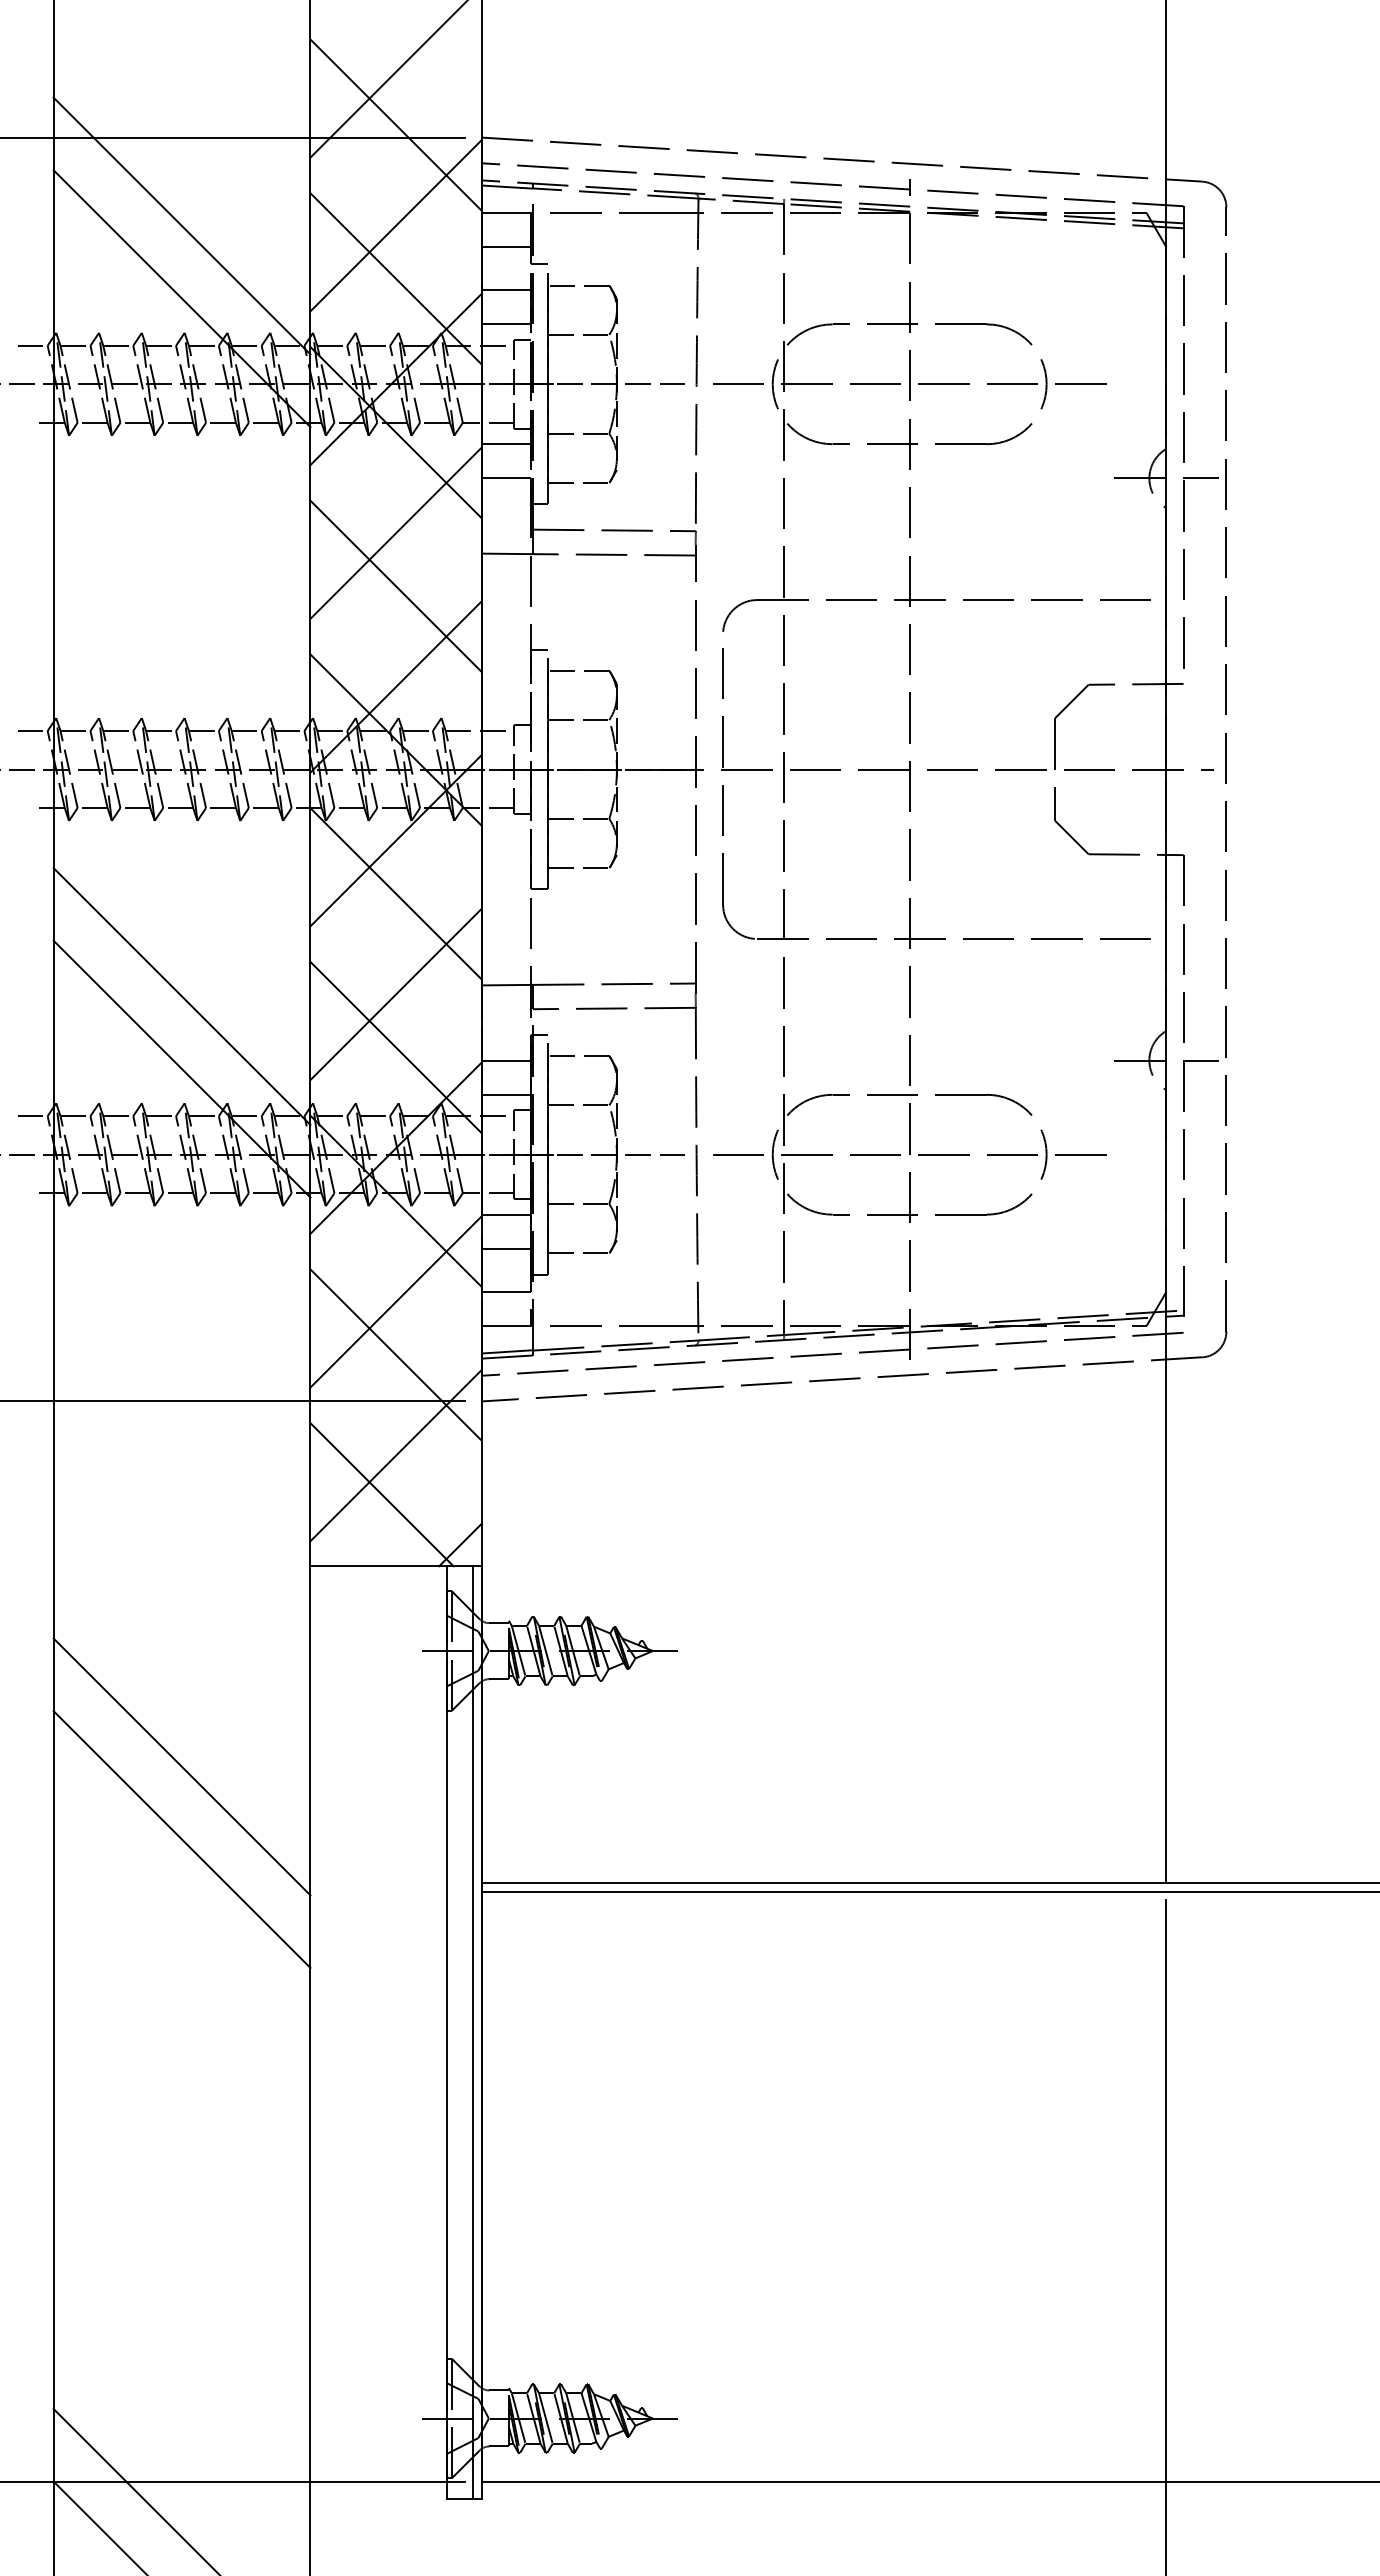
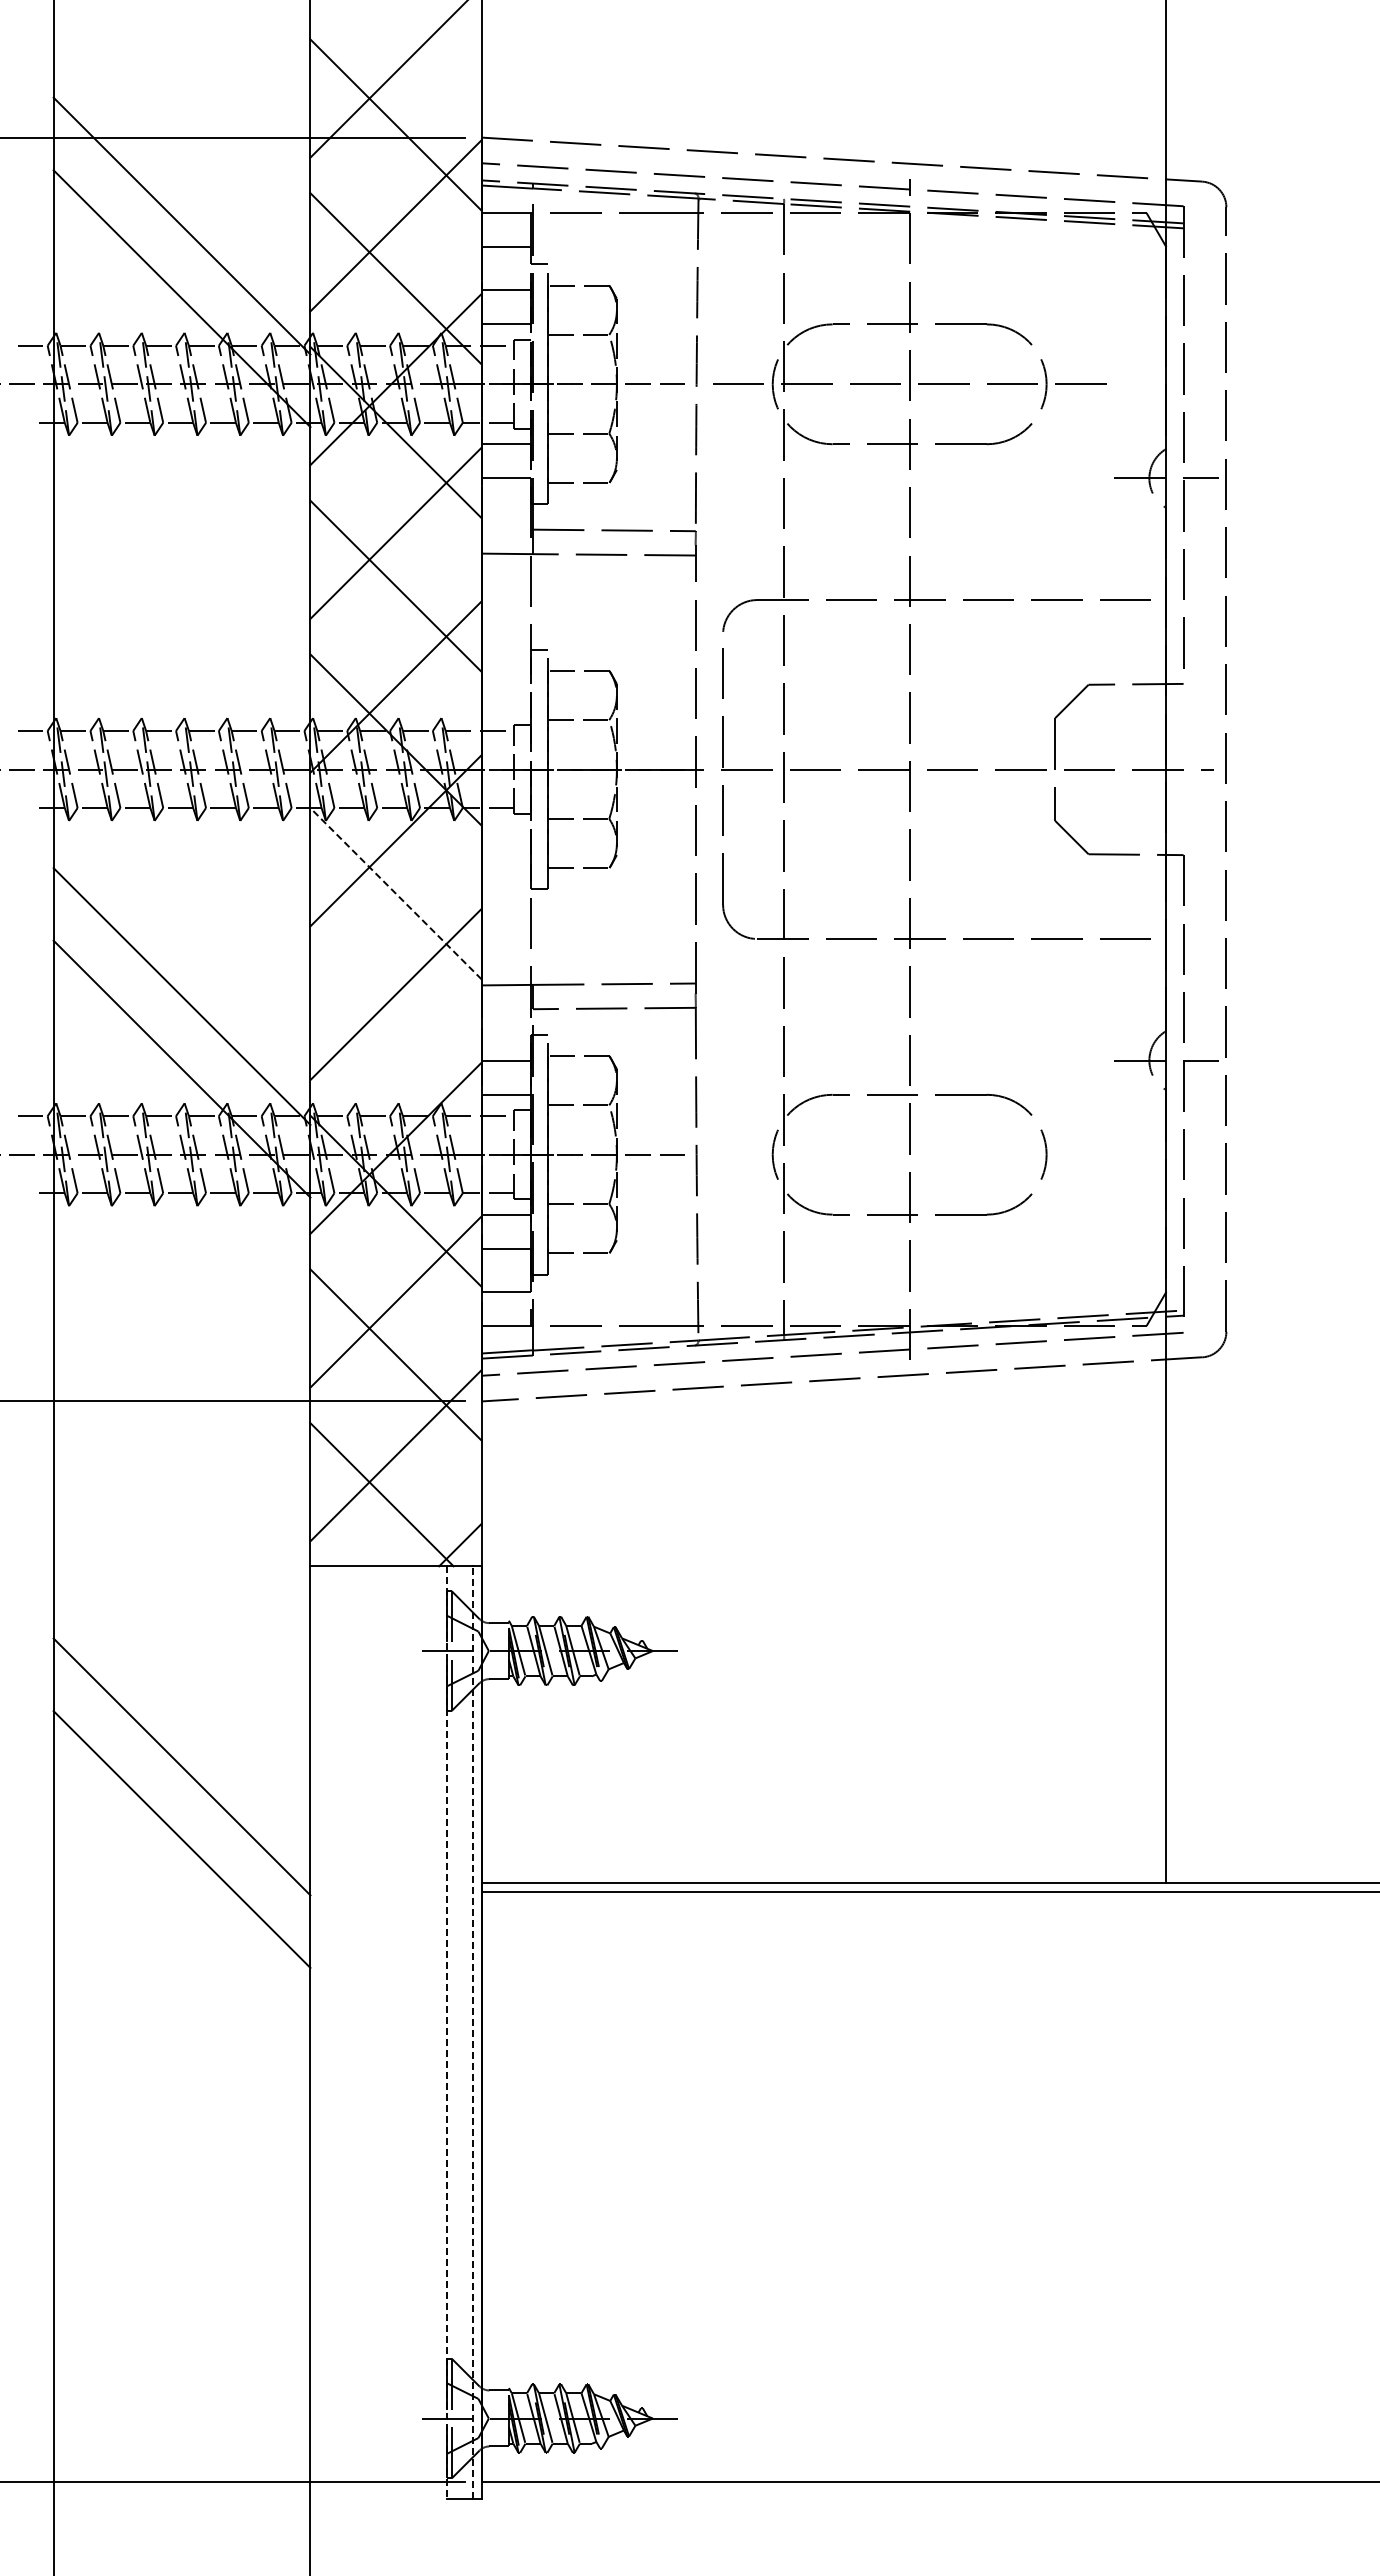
line at (395, 893): solid -> dashed
line at (395, 1047): present -> none
line at (900, 1154): present -> none
line at (473, 2031): solid -> dashed
line at (447, 2032): solid -> dashed
line at (1166, 2236): present -> none
line at (135, 2490): present -> none
line at (98, 2526): present -> none
